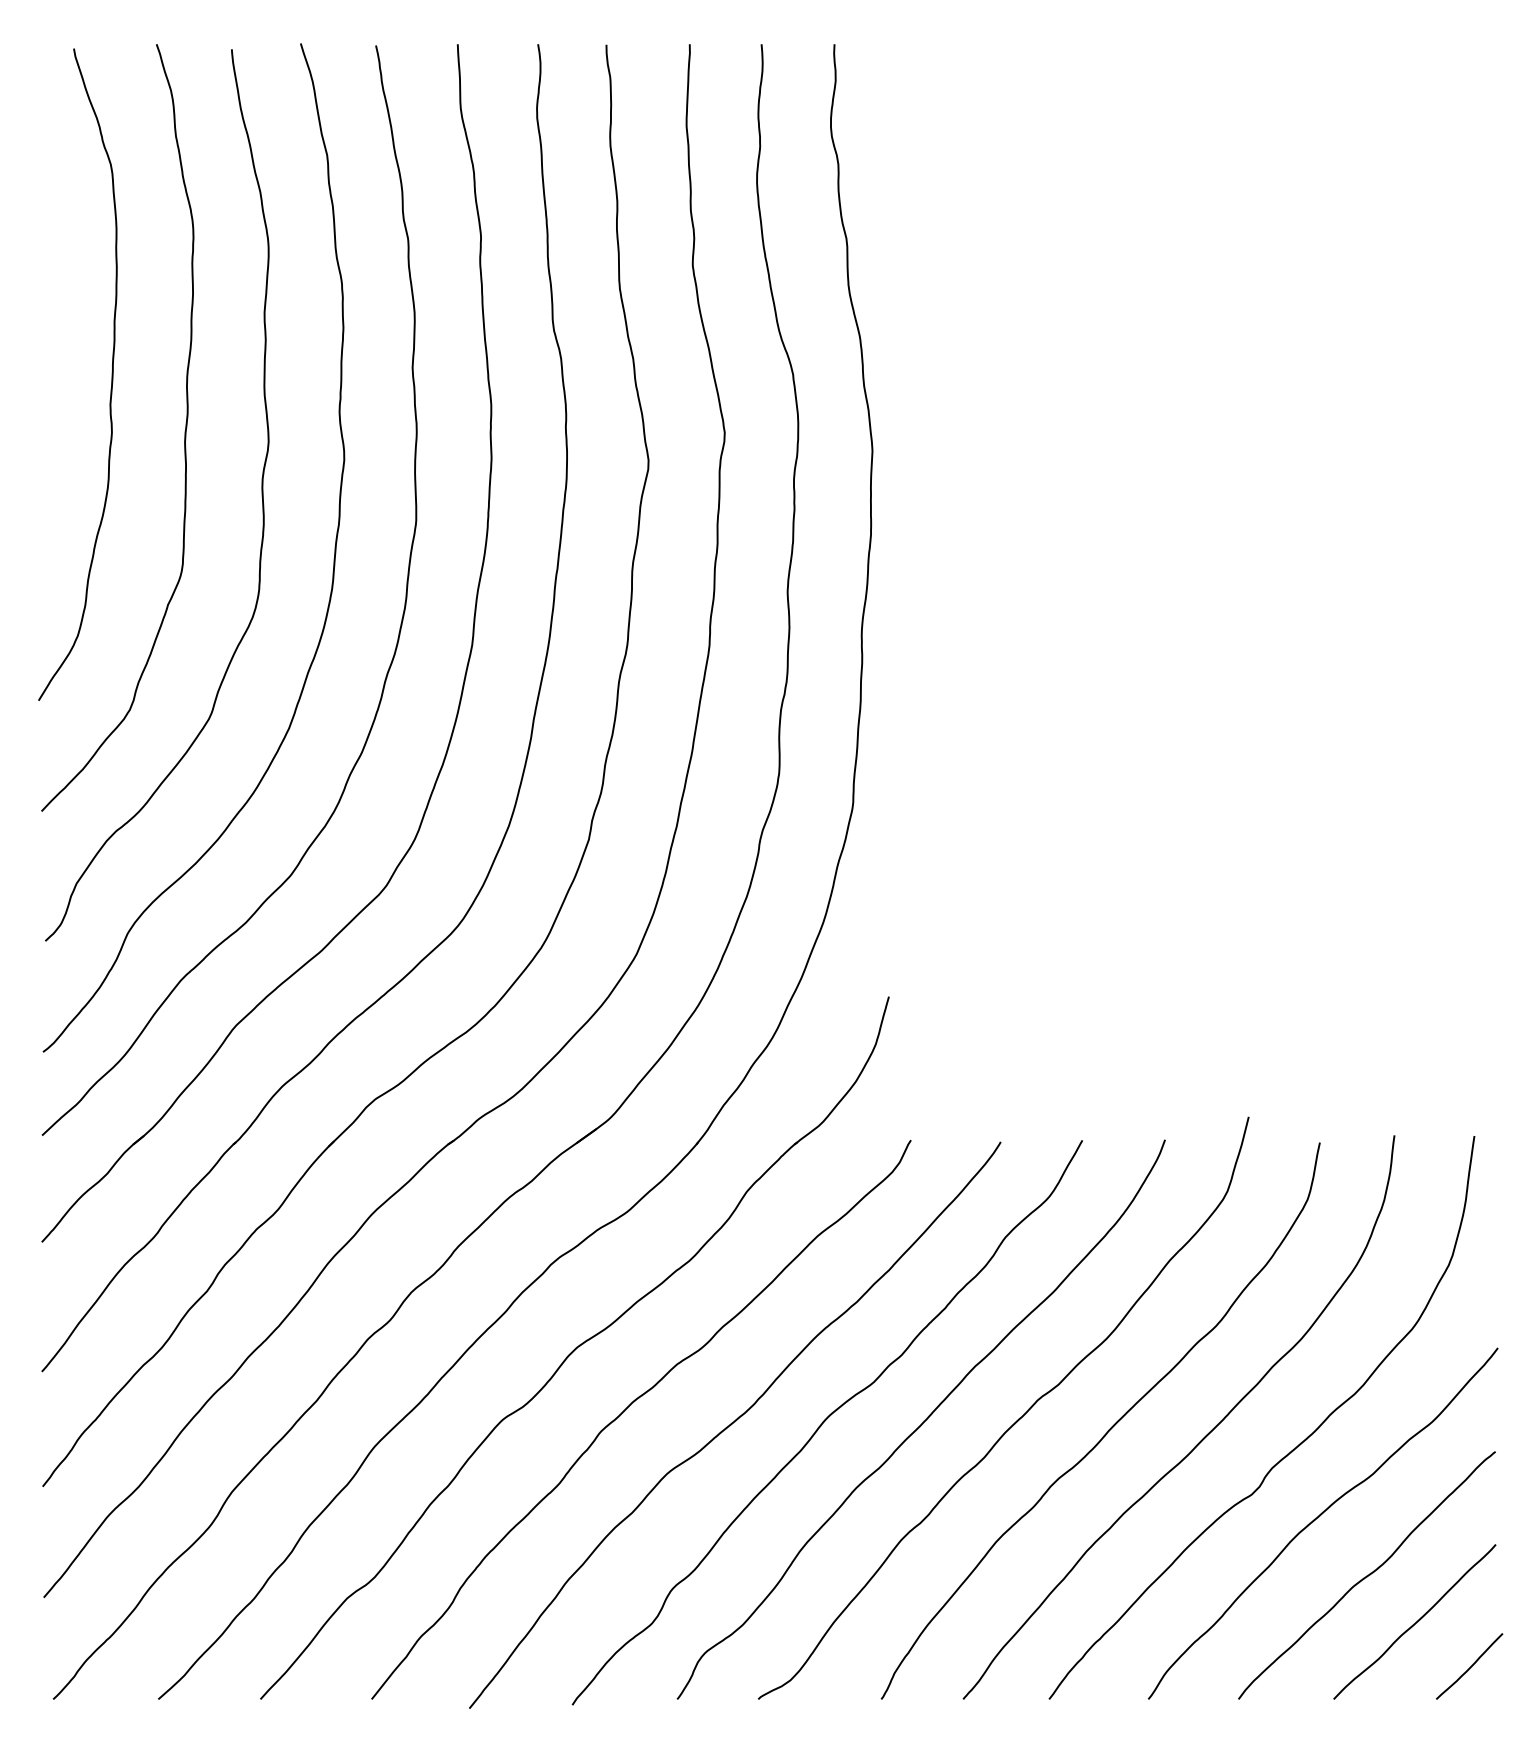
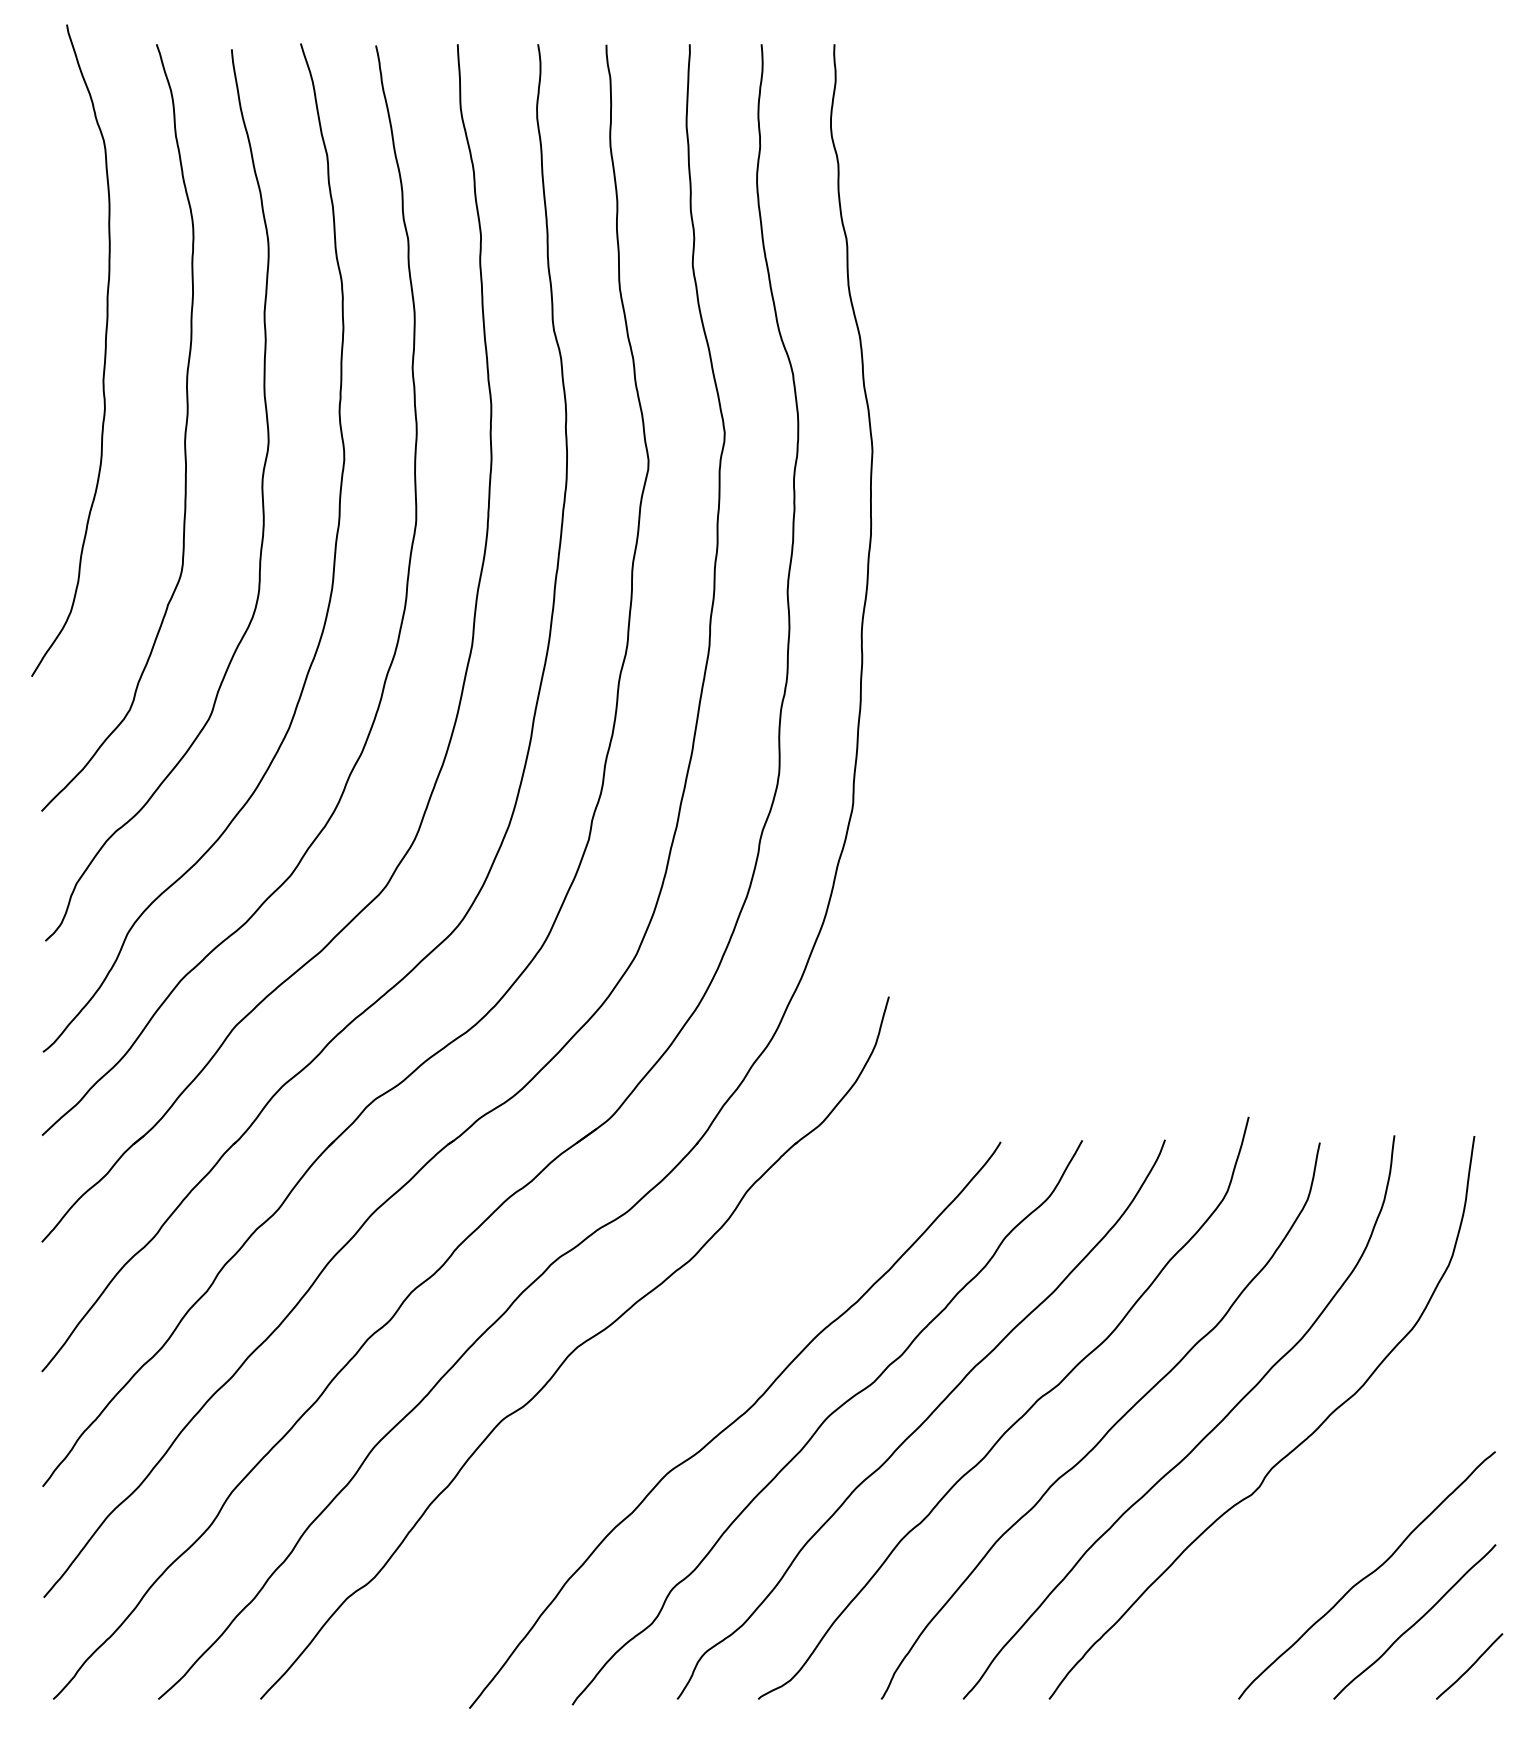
curve at (111, 374) position: (111, 374) -> (104, 350)
curve at (629, 1406): present -> none
curve at (1319, 1517): present -> none
